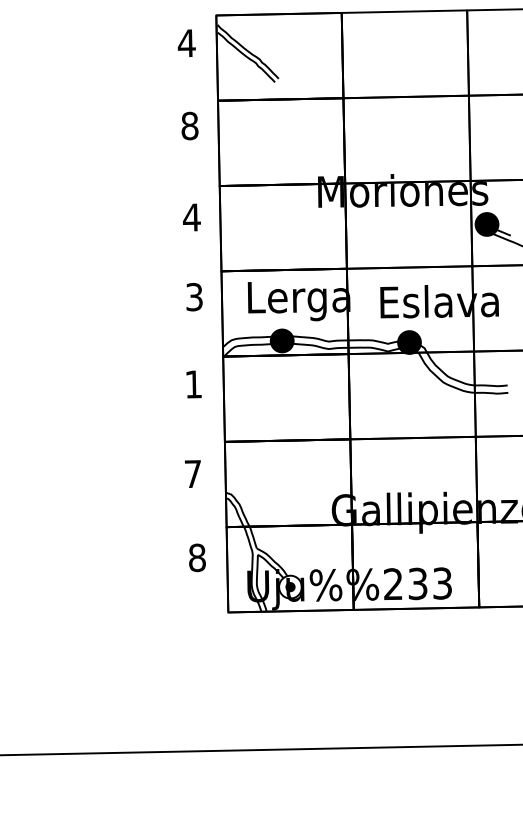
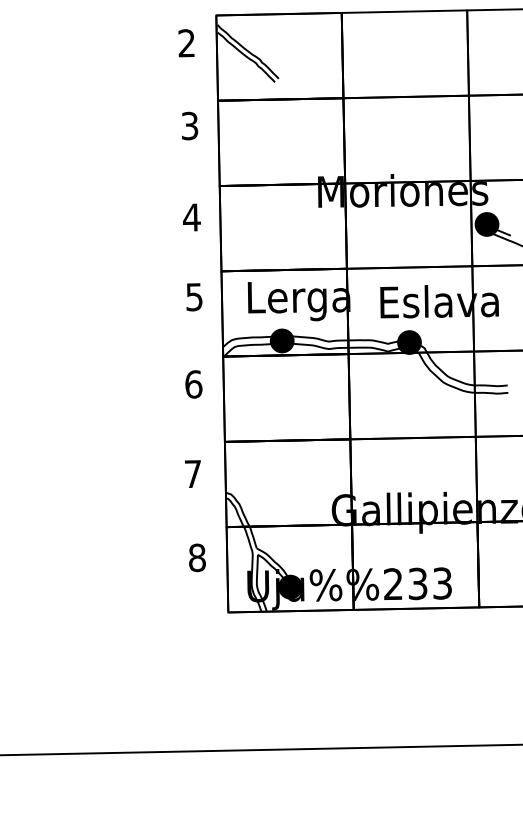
text at (186, 43): 4 -> 2
text at (189, 126): 8 -> 3
text at (194, 296): 3 -> 5
text at (193, 384): 1 -> 6
fill at (290, 586): none -> present
